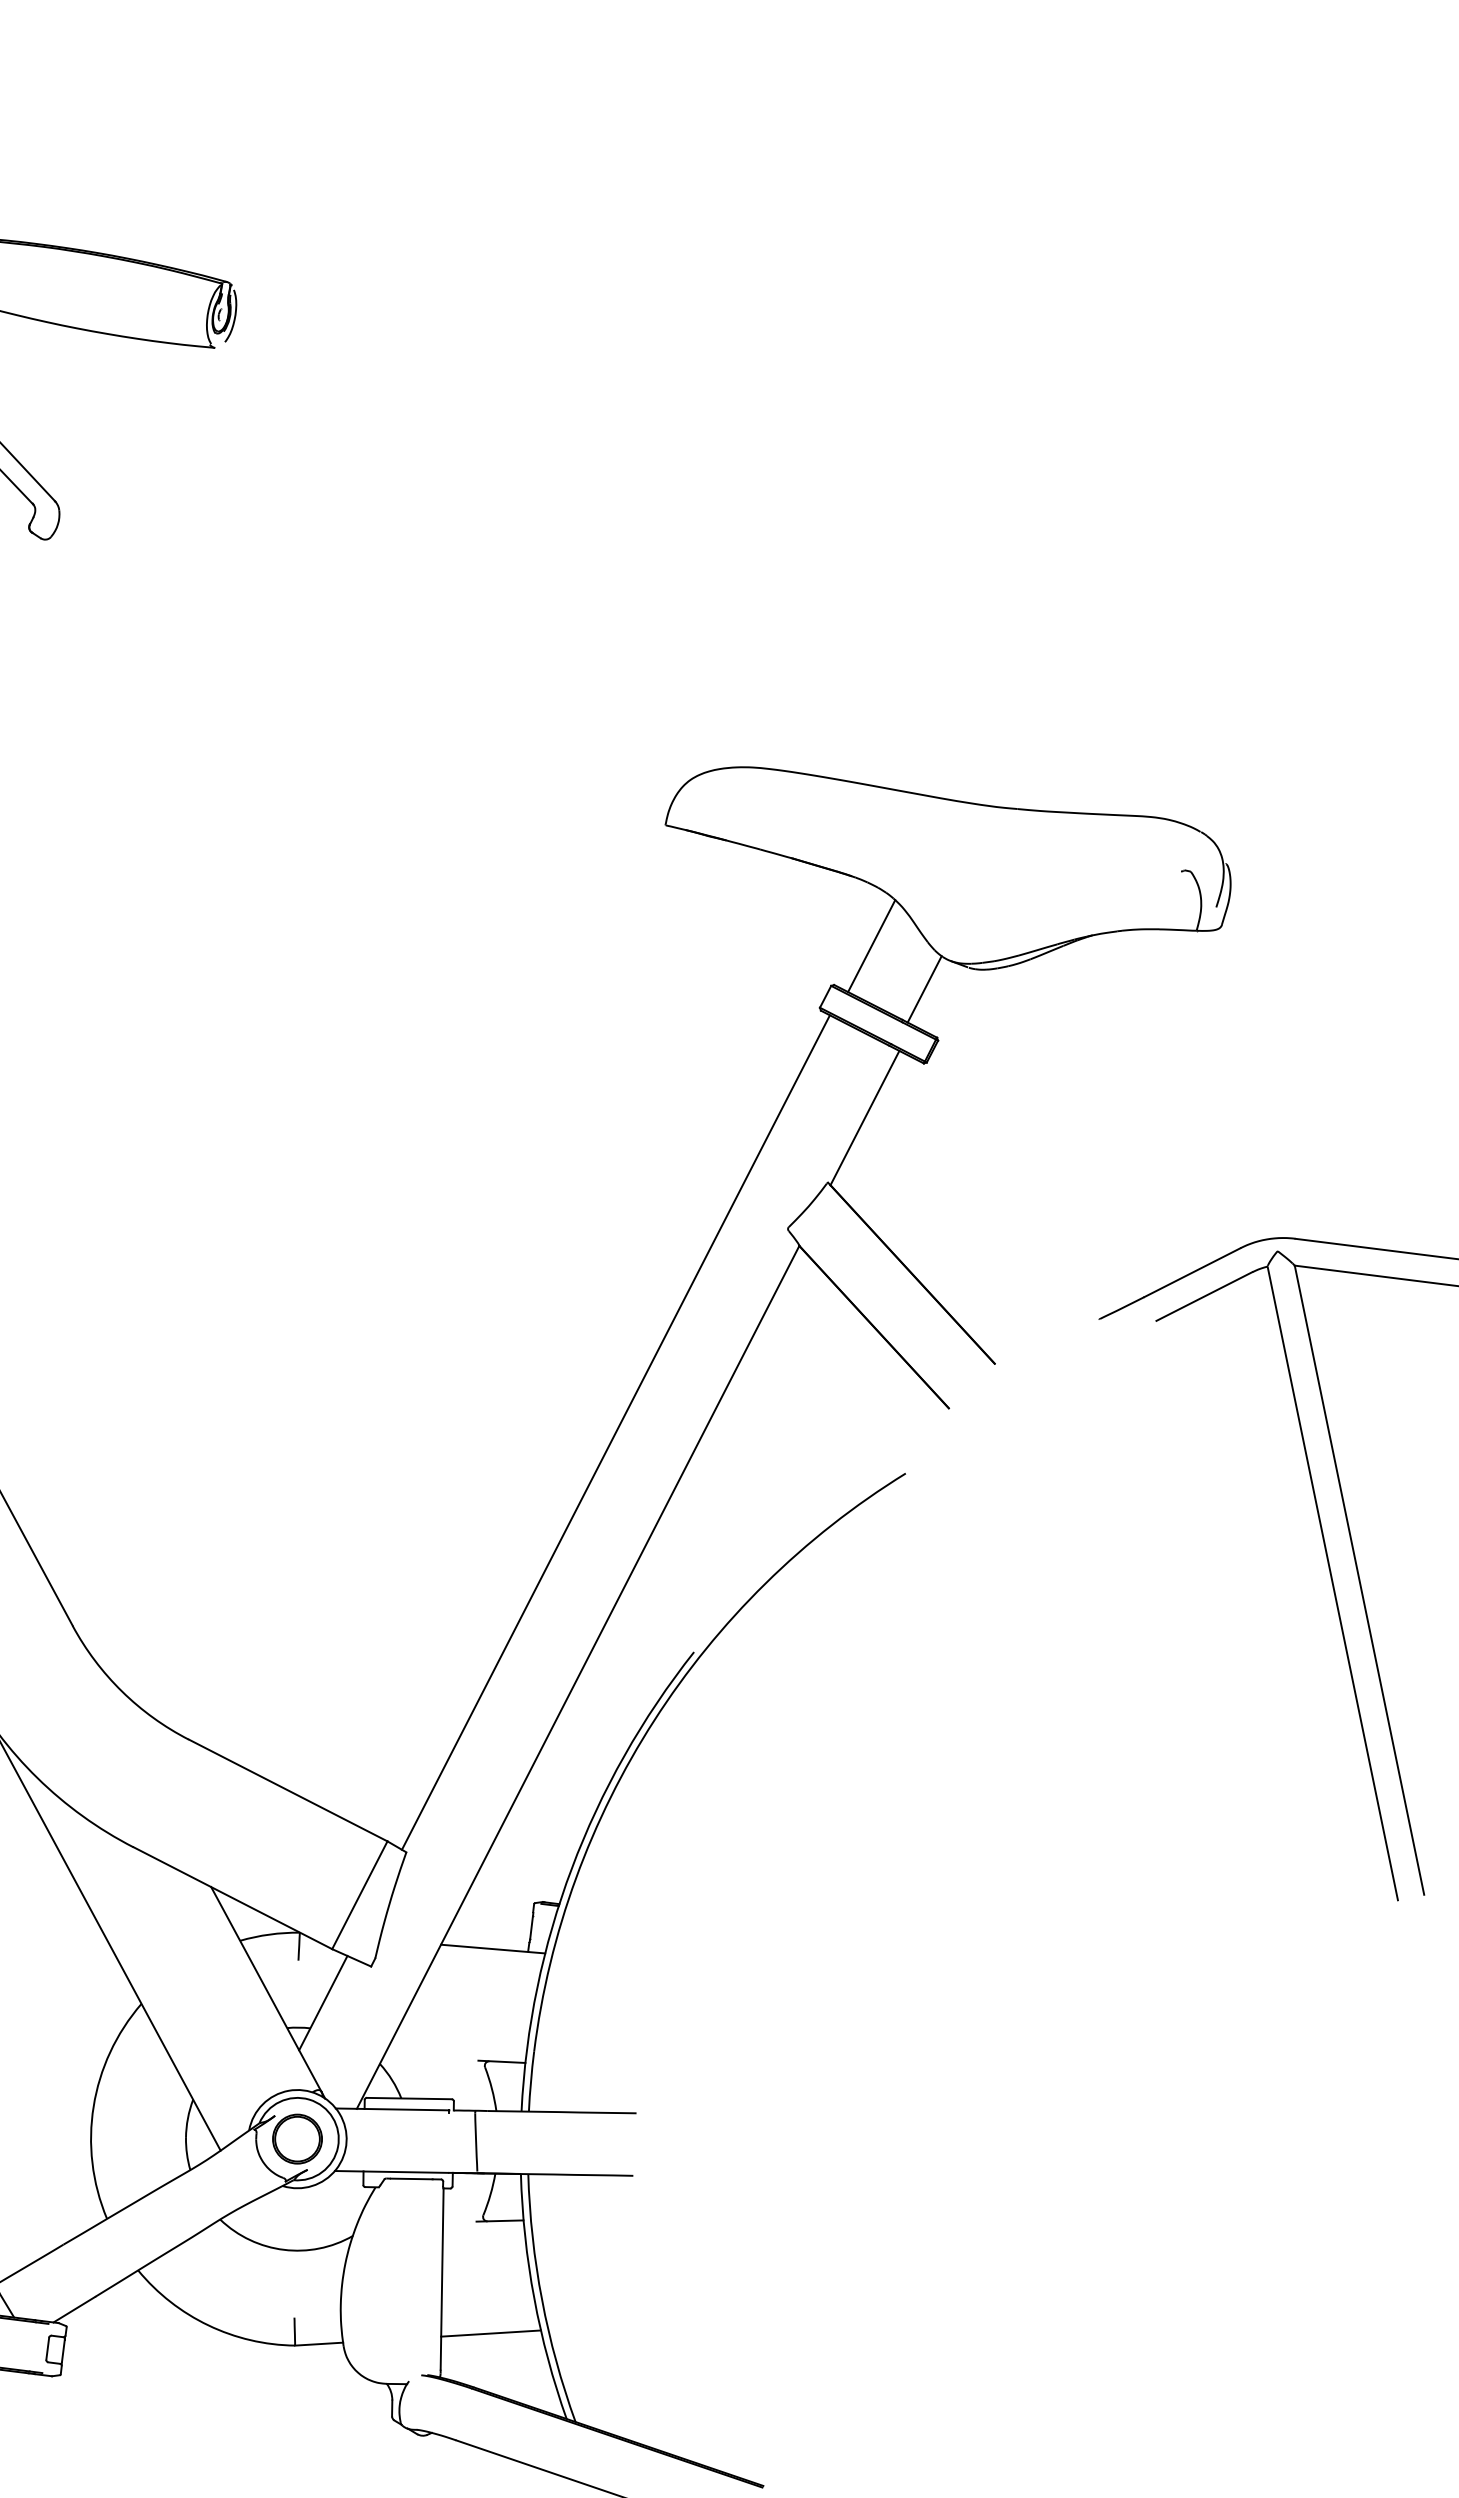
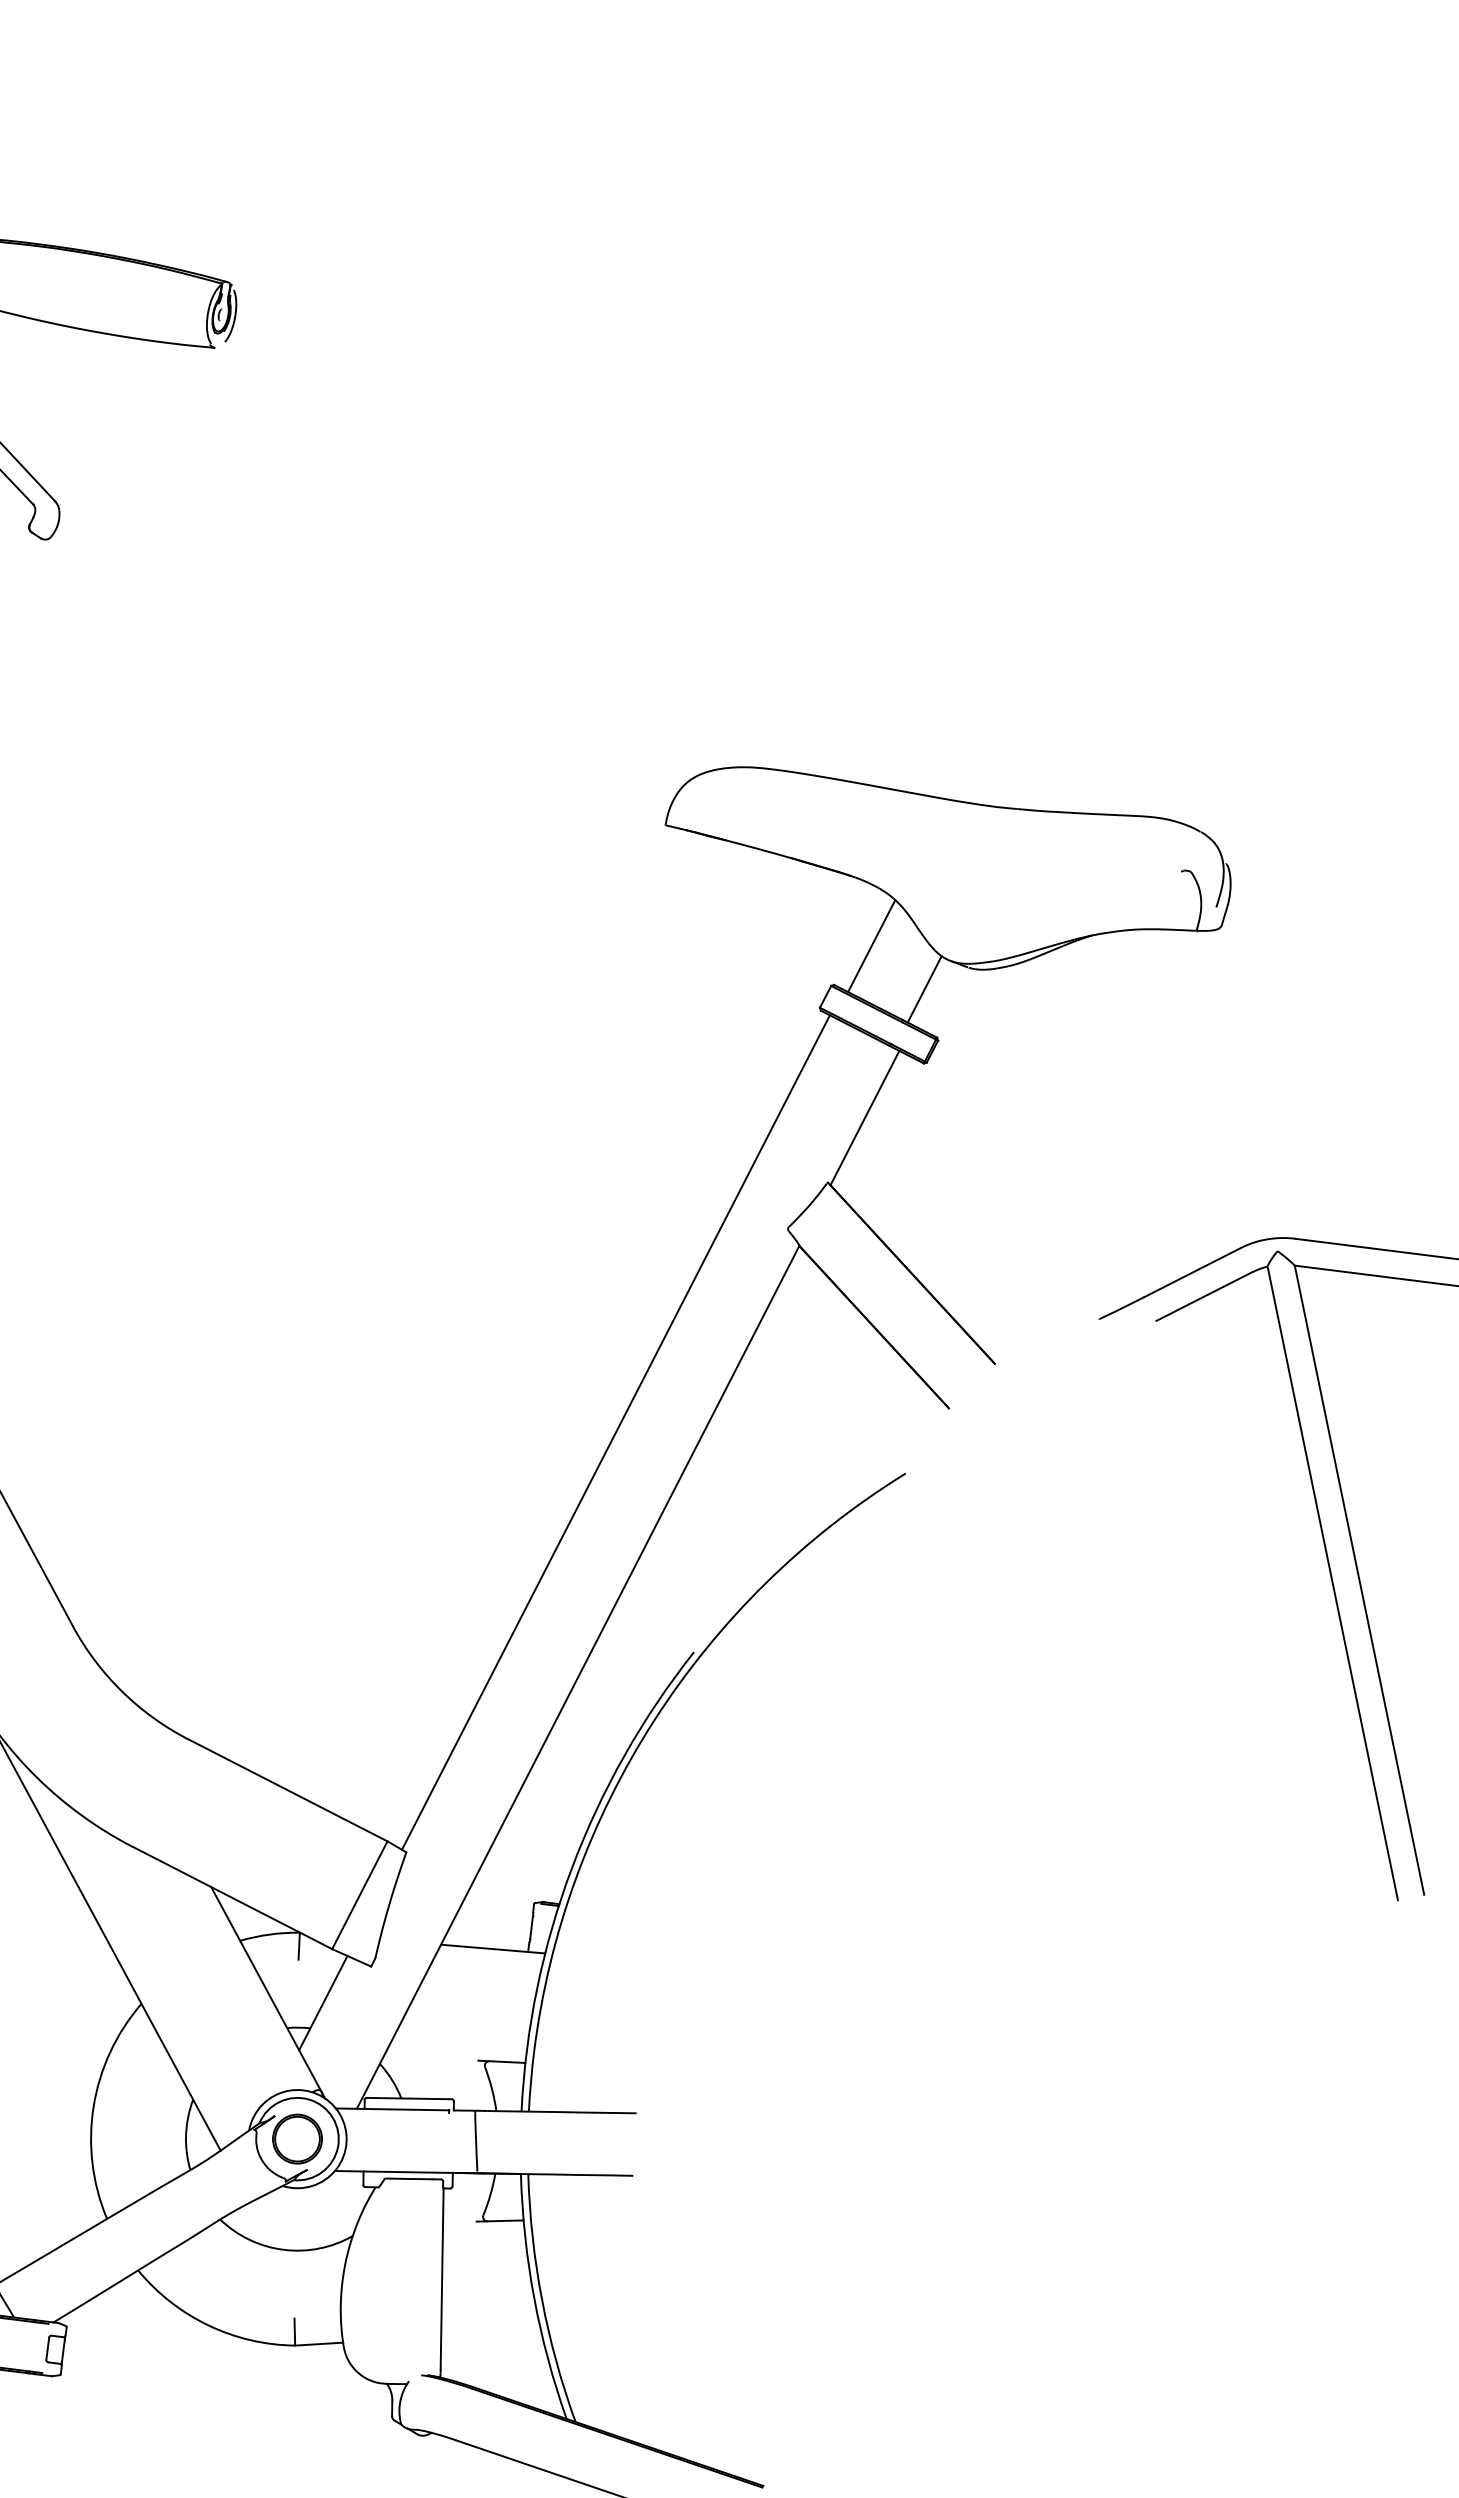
line at (490, 2333): present -> none
